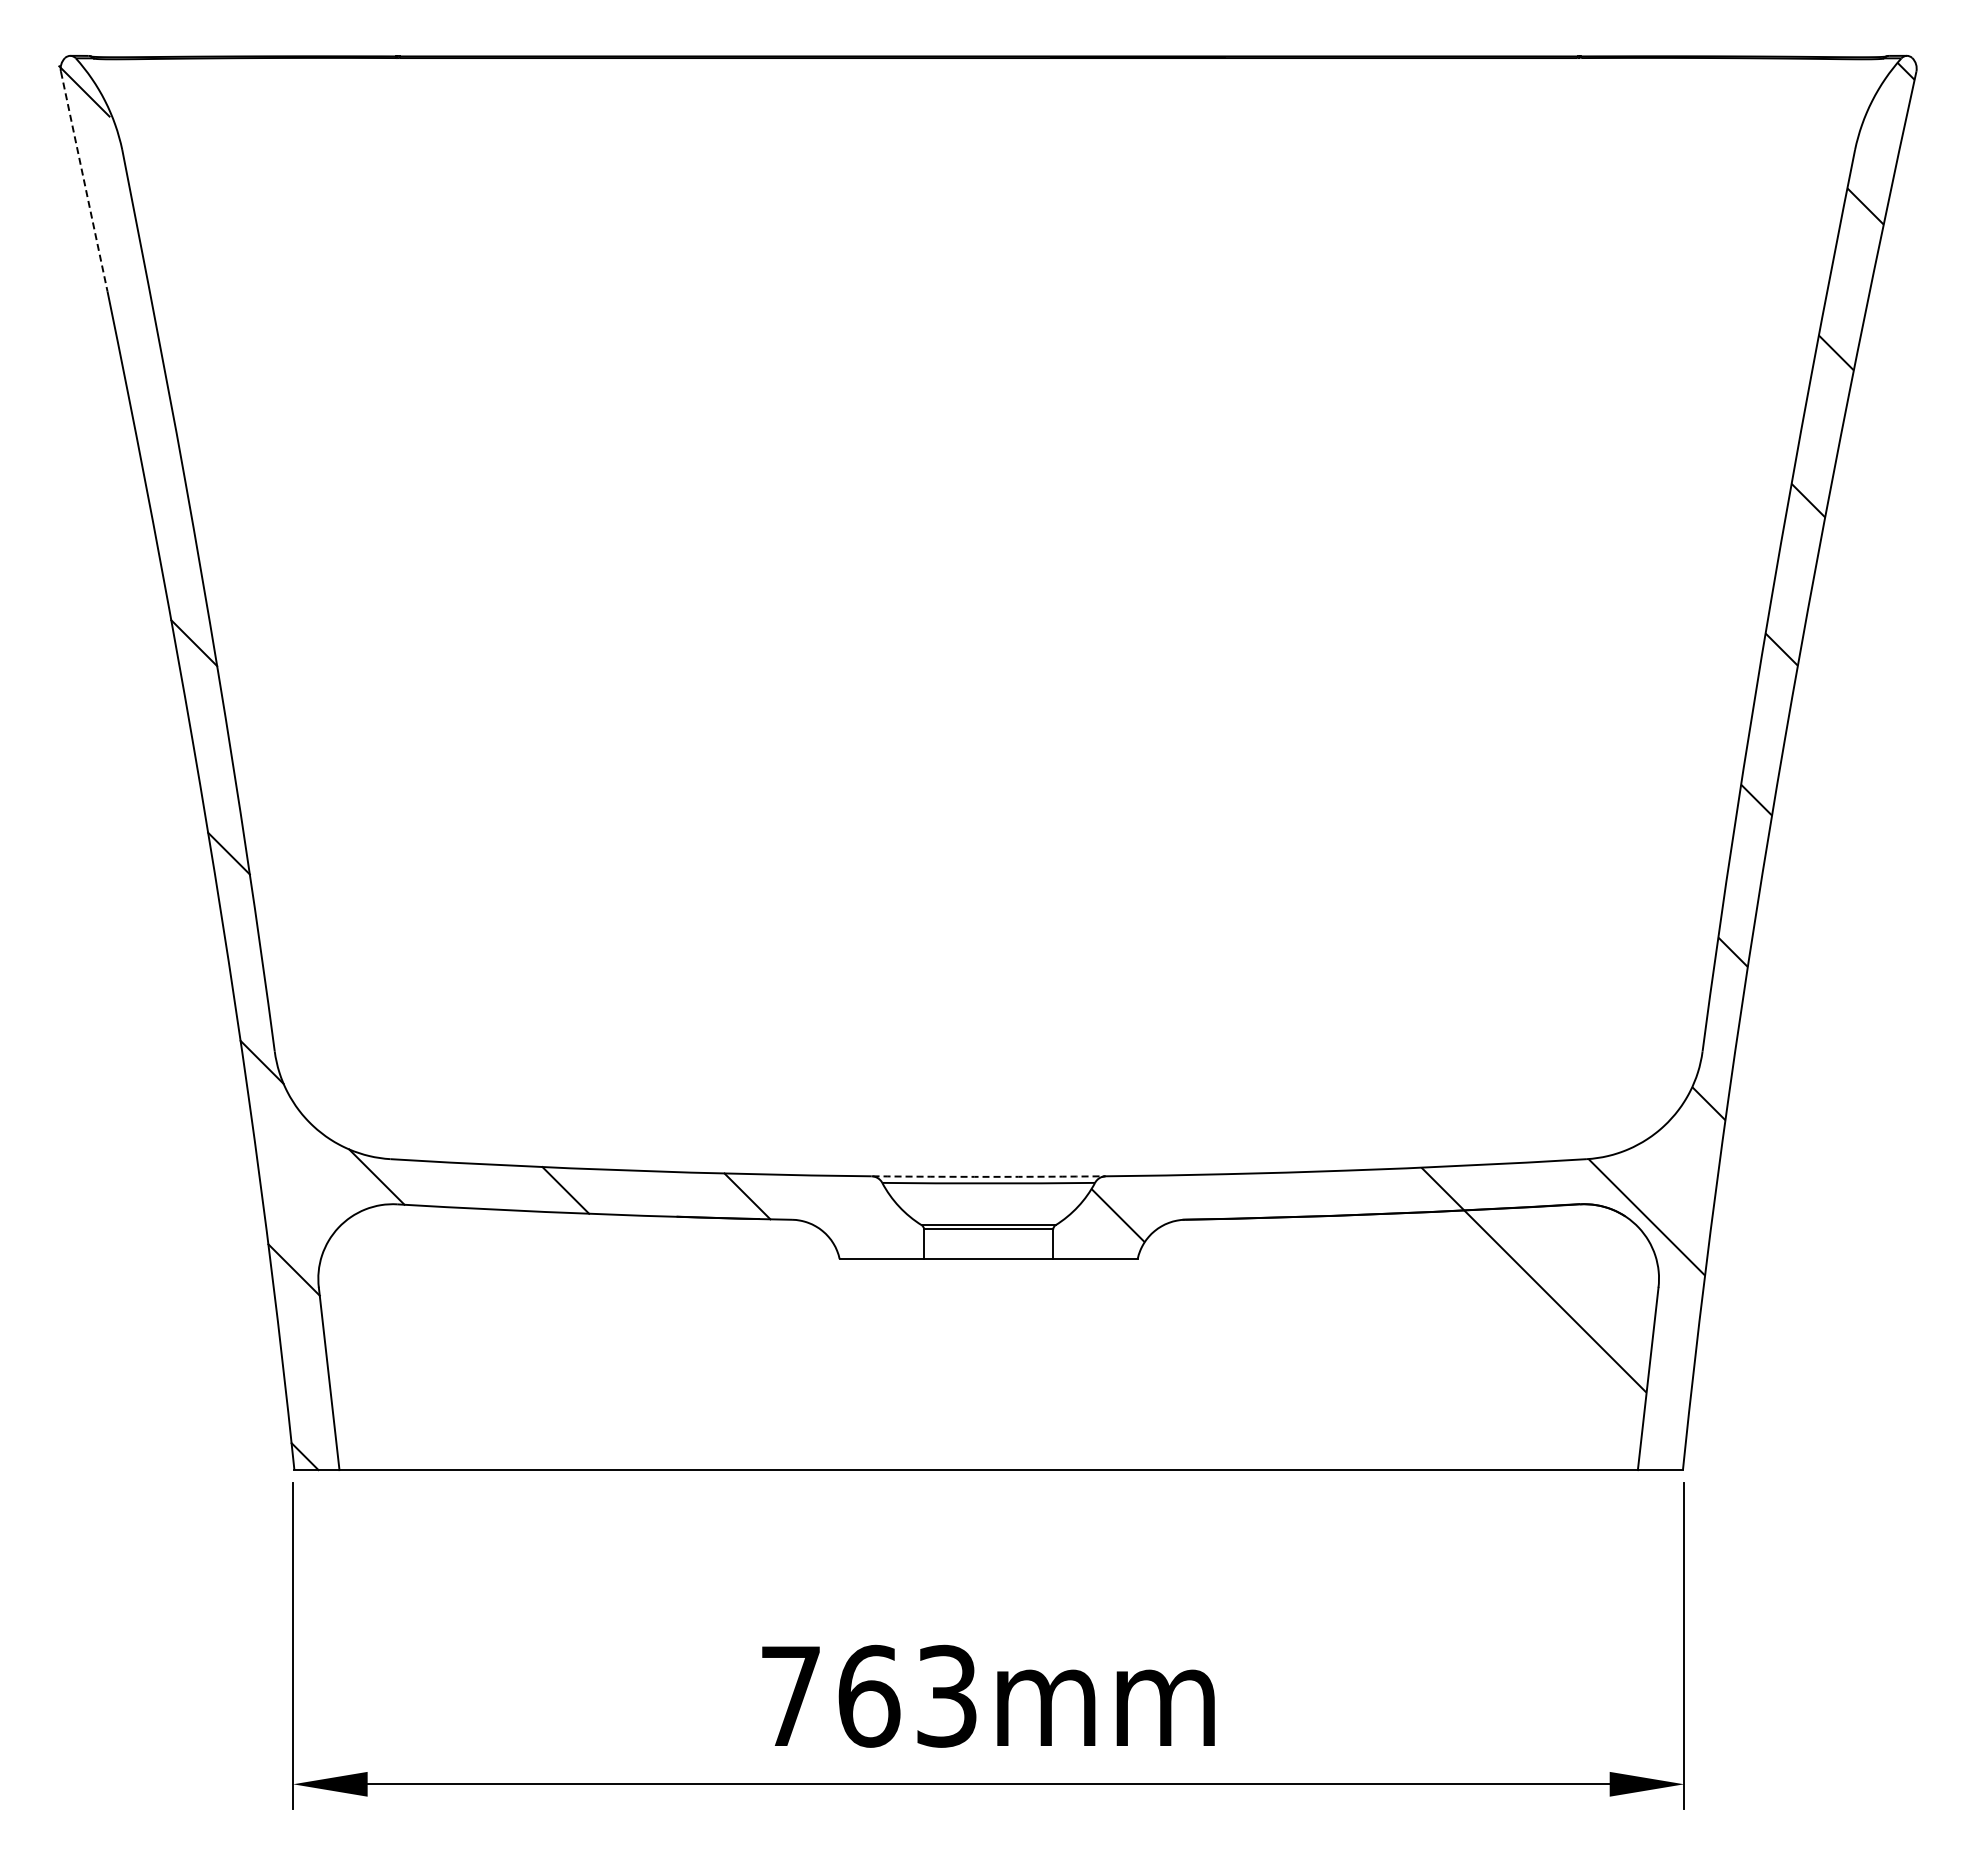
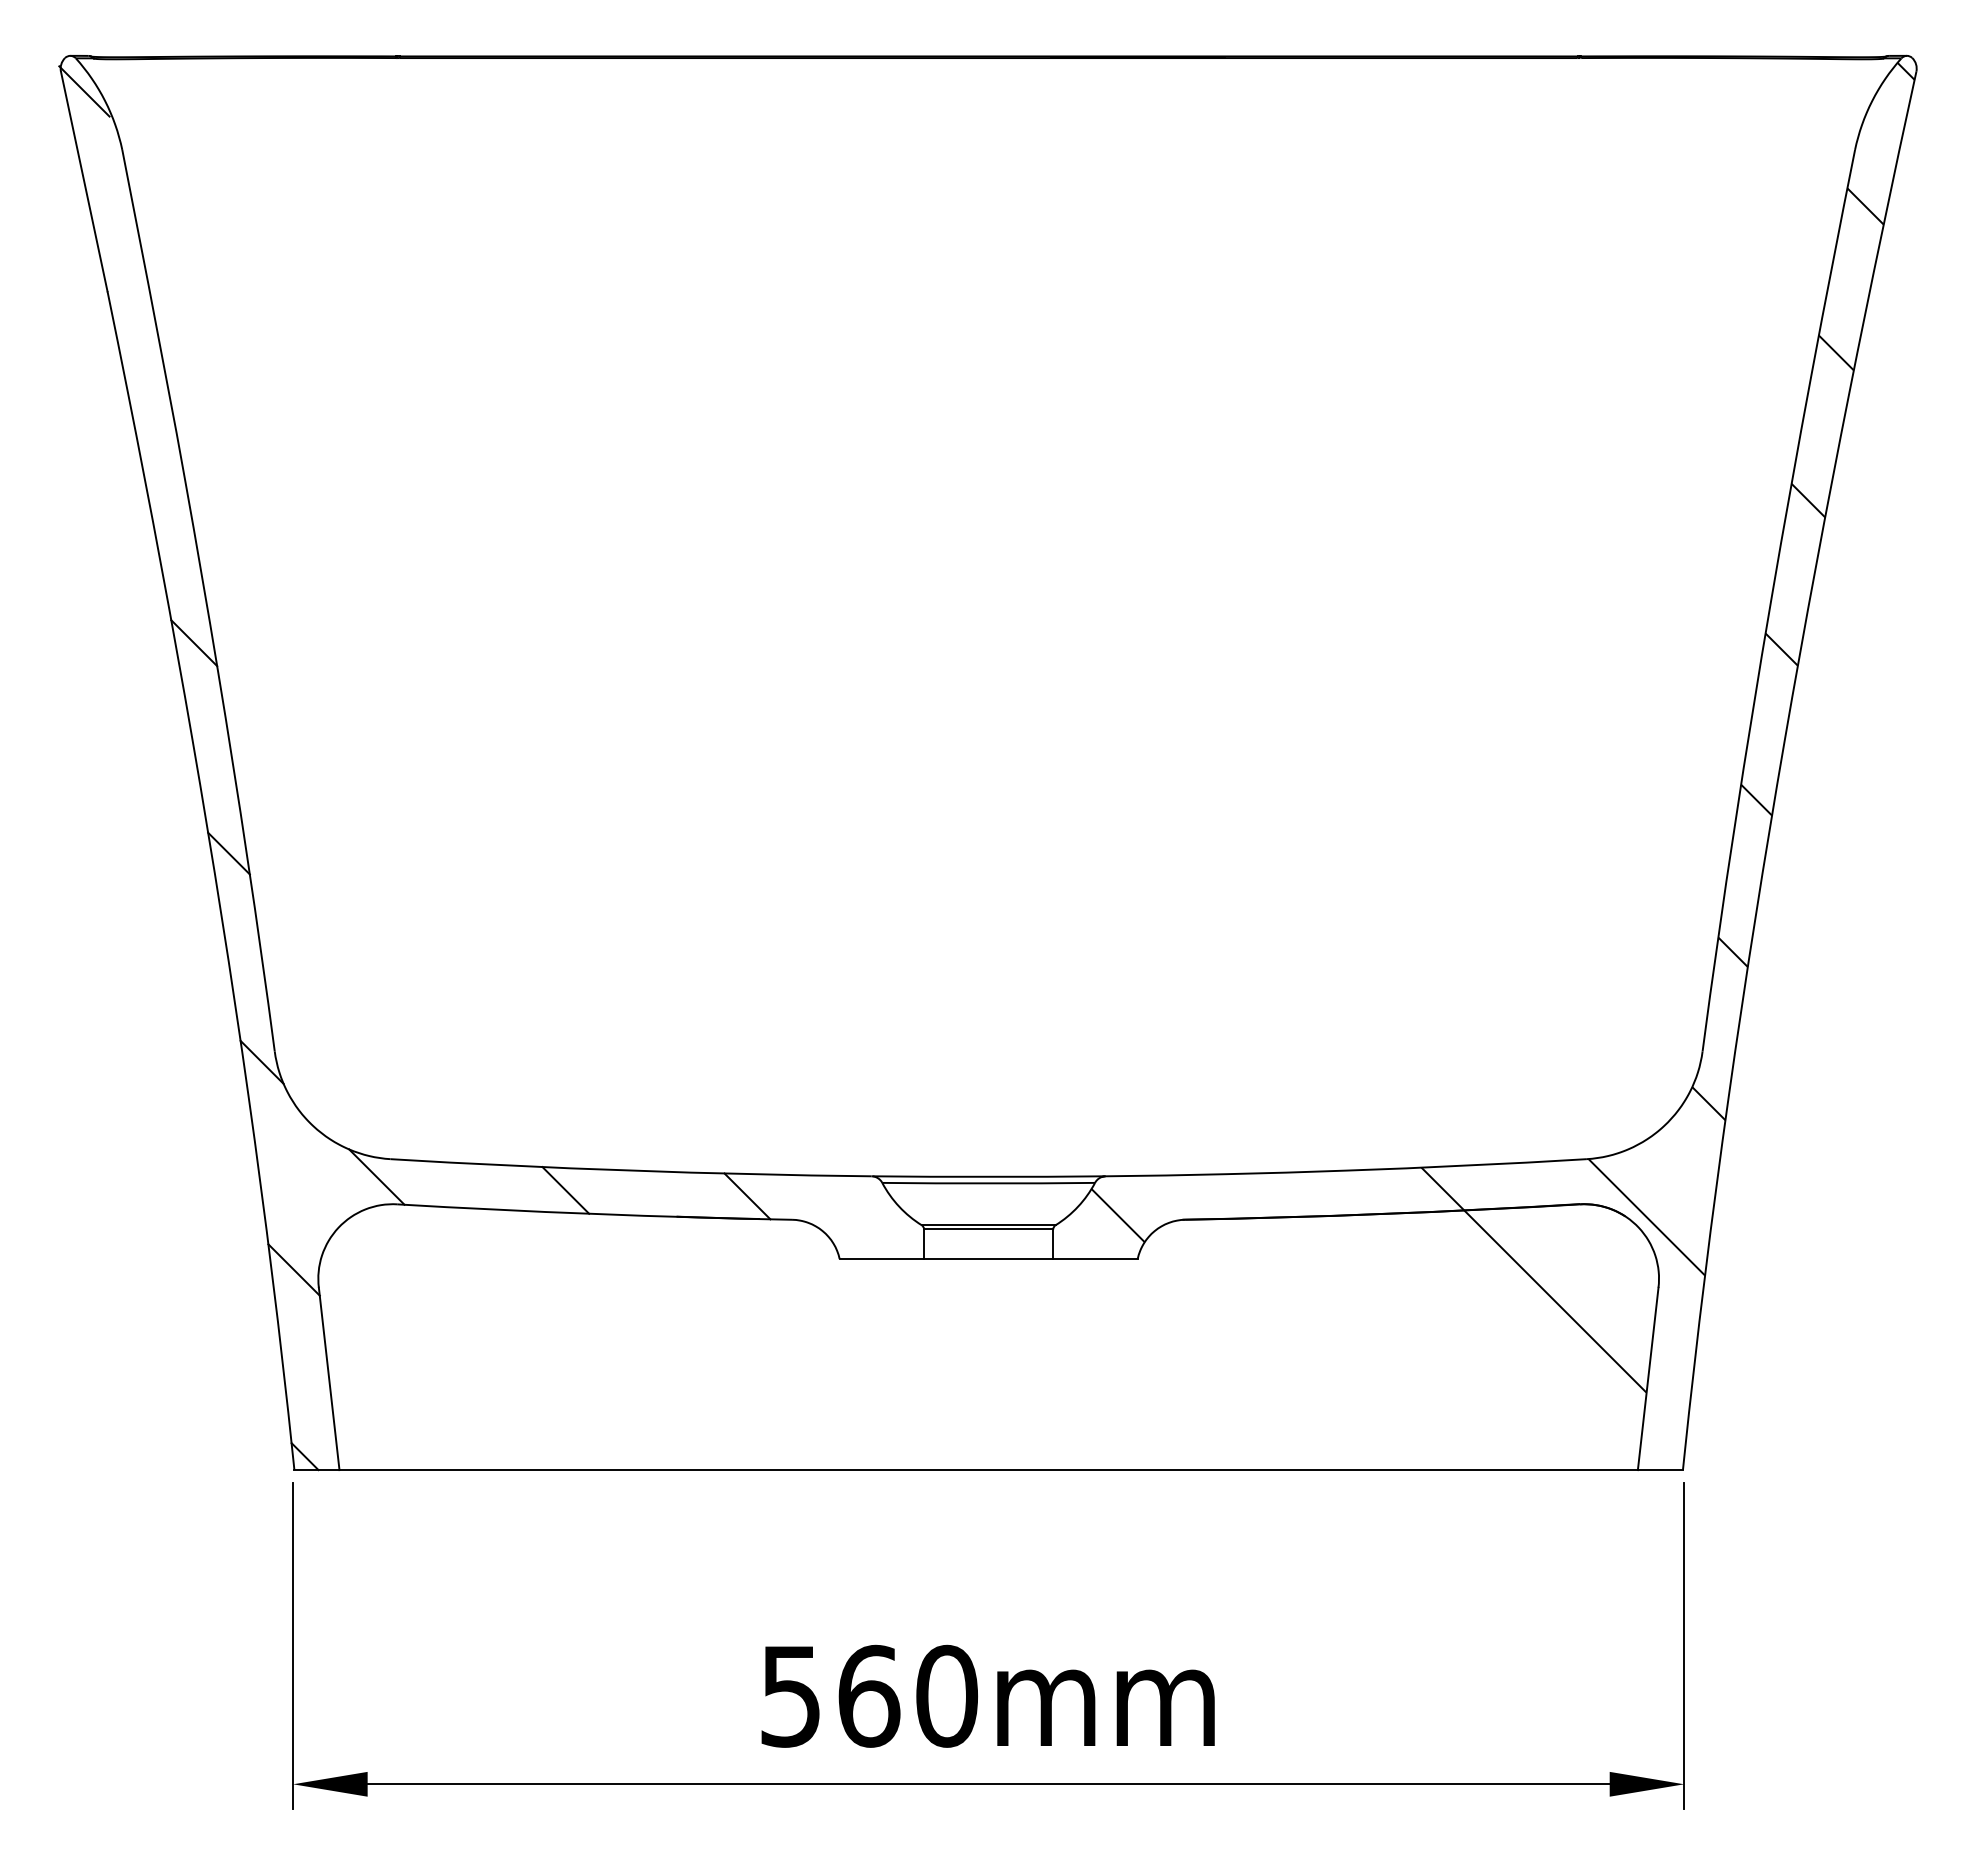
line at (84, 182): dashed -> solid
arc at (989, 1176): dashed -> solid
text at (869, 1695): 763mm -> 560mm
